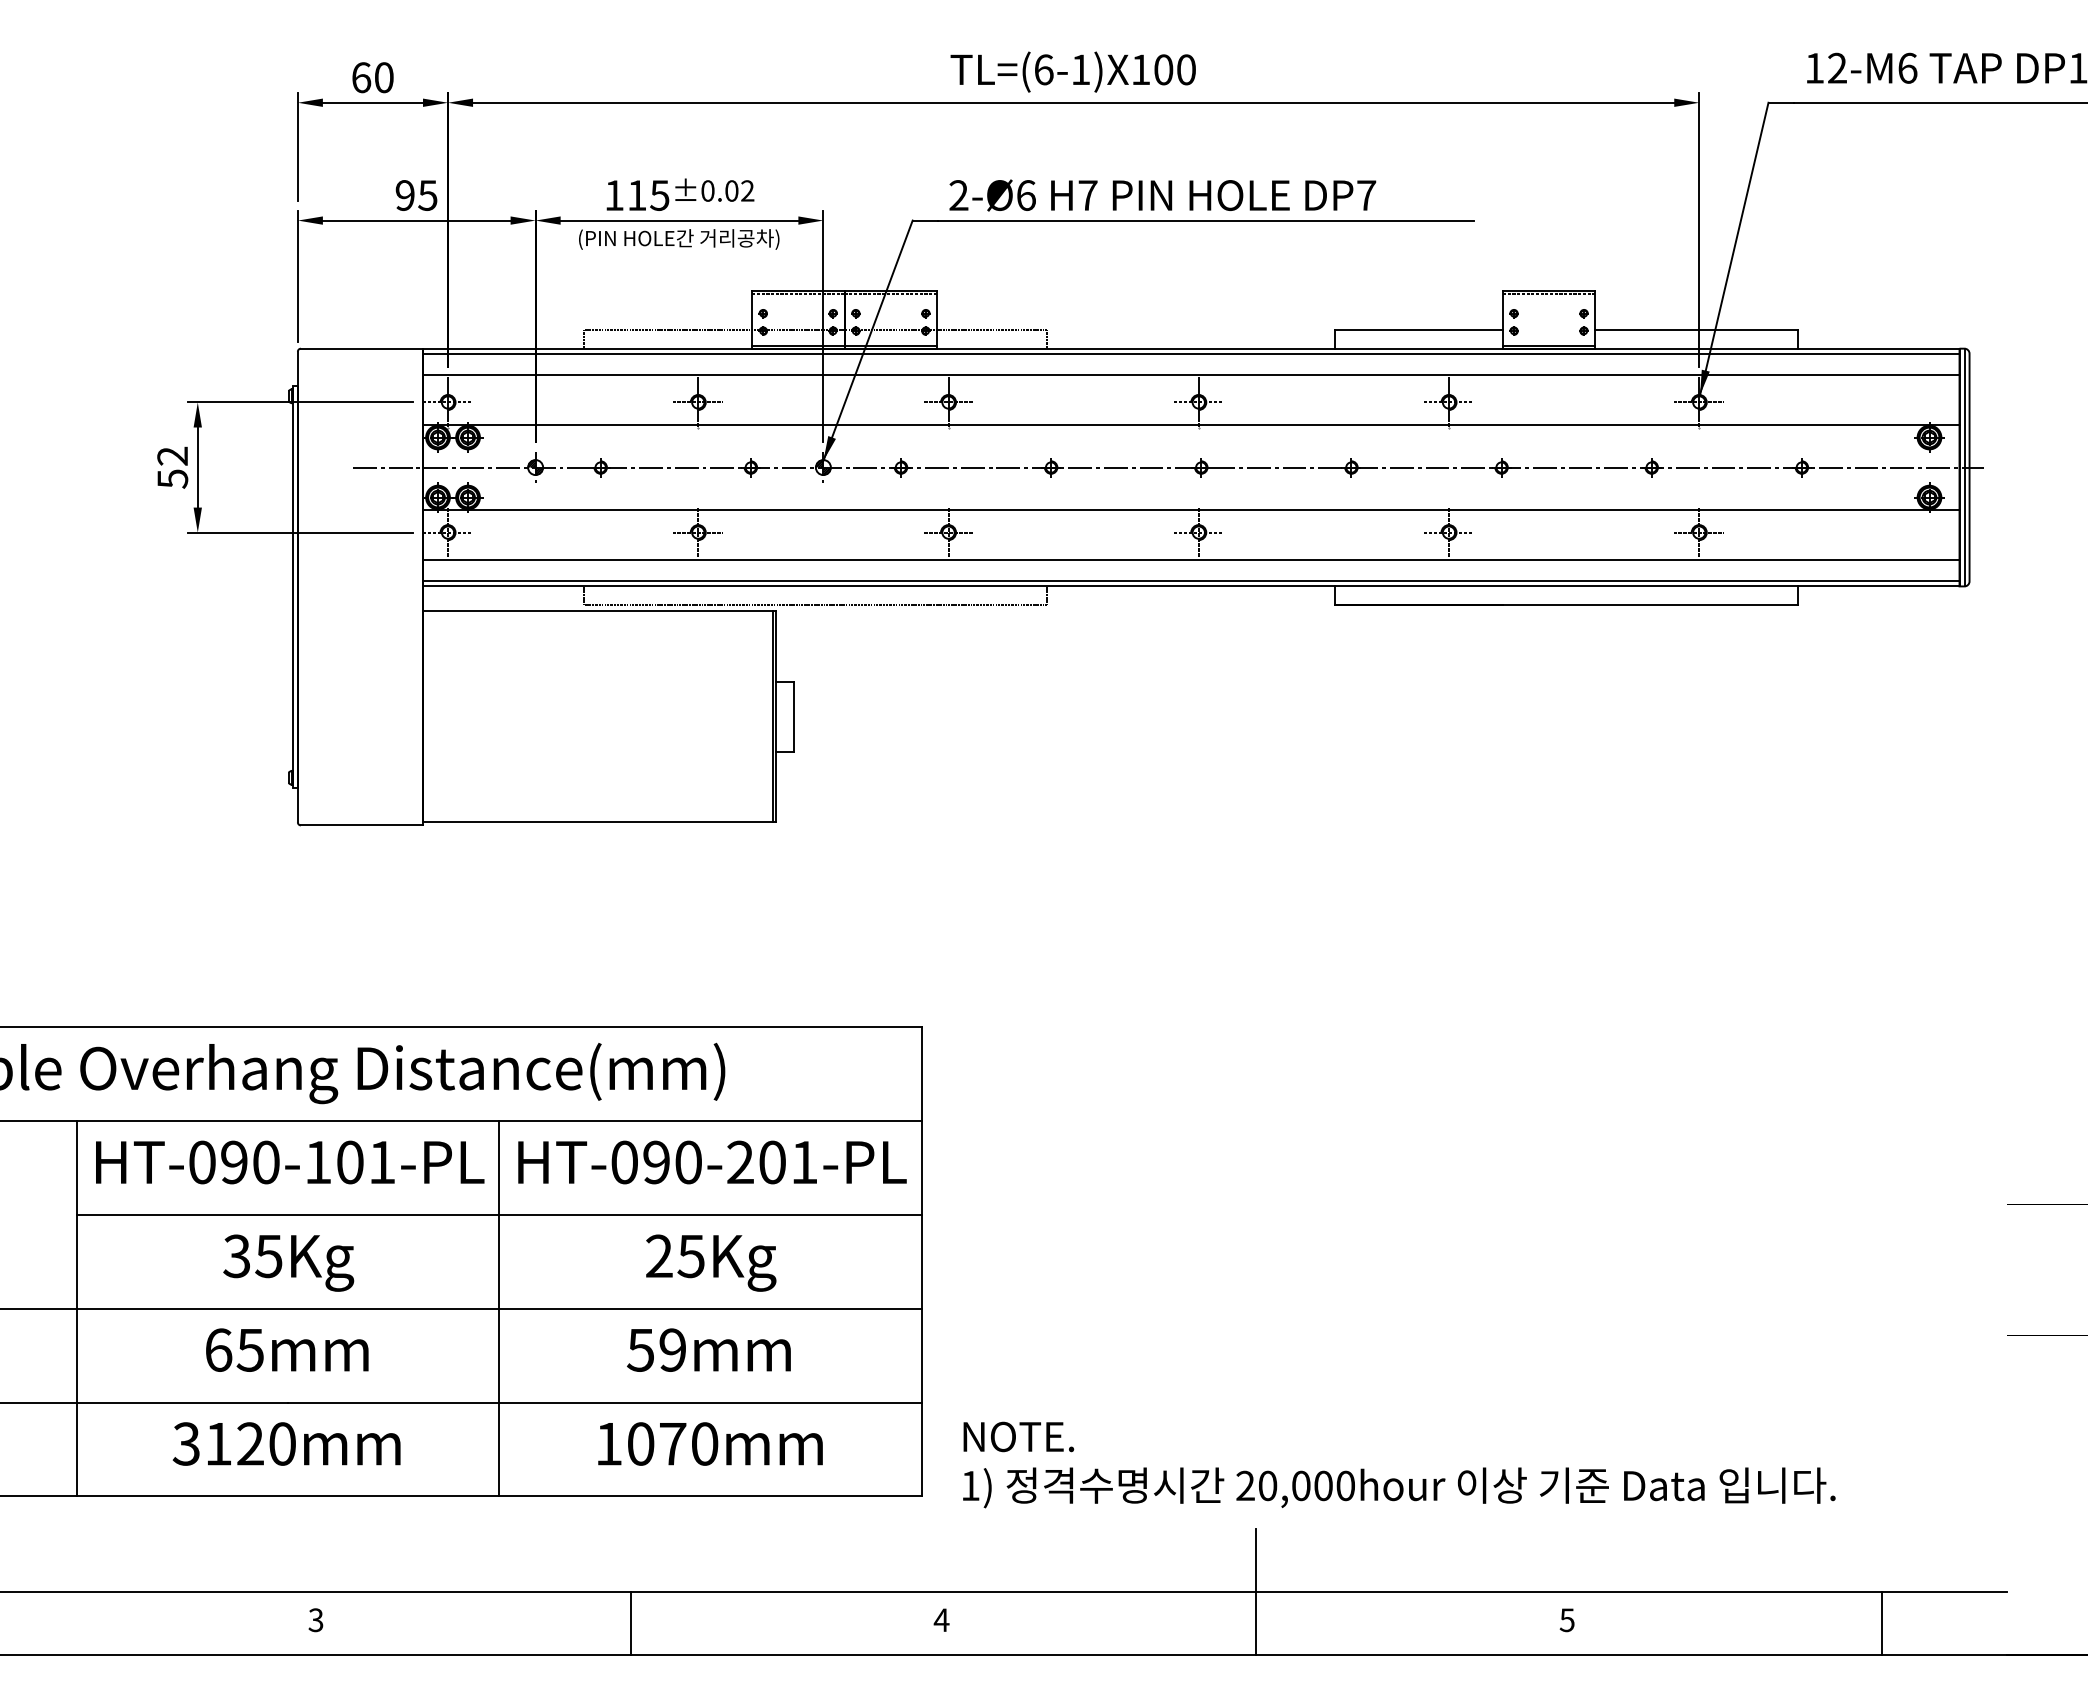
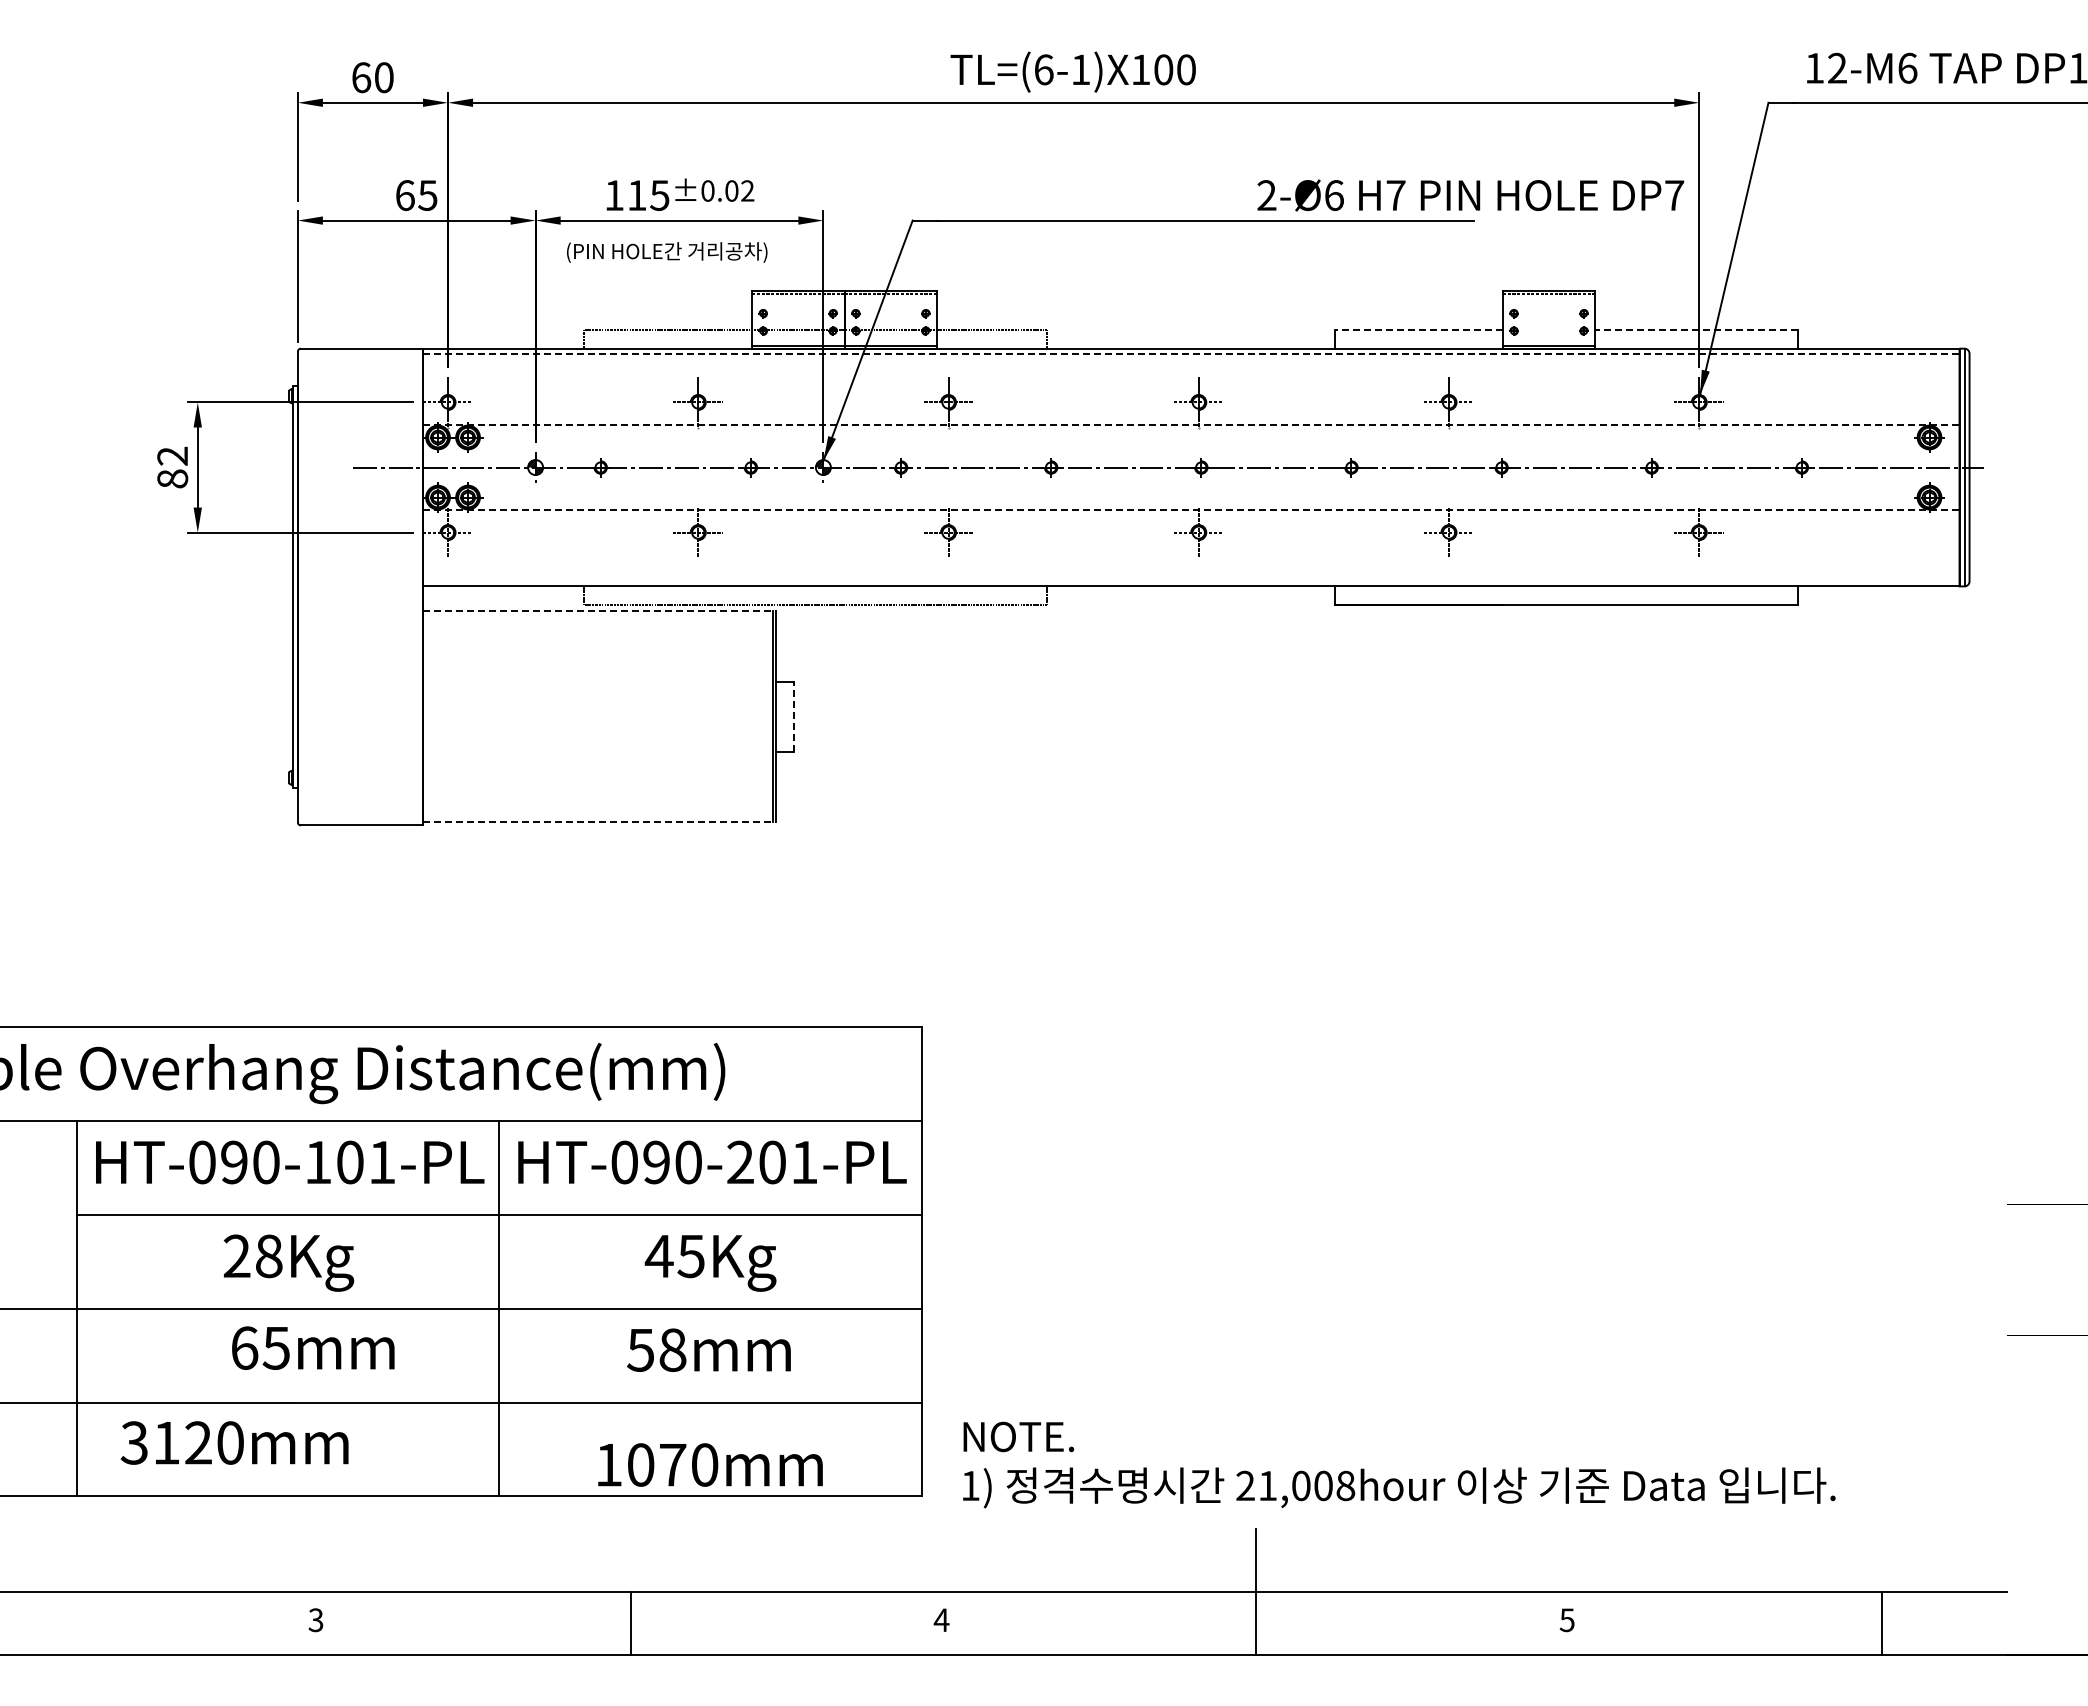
text at (404, 195): 95 -> 65
text at (1162, 195) position: (1162, 195) -> (1470, 195)
text at (679, 239) position: (679, 239) -> (667, 252)
line at (1418, 329): solid -> dashed
line at (1696, 329): solid -> dashed
line at (1191, 353): solid -> dashed
line at (1191, 374): present -> none
line at (1191, 425): solid -> dashed
text at (172, 478): 52 -> 82
line at (1191, 510): solid -> dashed
line at (1191, 560): present -> none
line at (1191, 581): present -> none
line at (599, 611): solid -> dashed
line at (793, 716): solid -> dashed
line at (599, 821): solid -> dashed
text at (658, 1255): 25Kg -> 45Kg
text at (252, 1256): 35Kg -> 28Kg
text at (287, 1349) position: (287, 1349) -> (313, 1347)
text at (672, 1349): 59mm -> 58mm
text at (286, 1443) position: (286, 1443) -> (234, 1442)
text at (710, 1443) position: (710, 1443) -> (710, 1464)
text at (1307, 1485): 20,000hour -> 21,008hour
